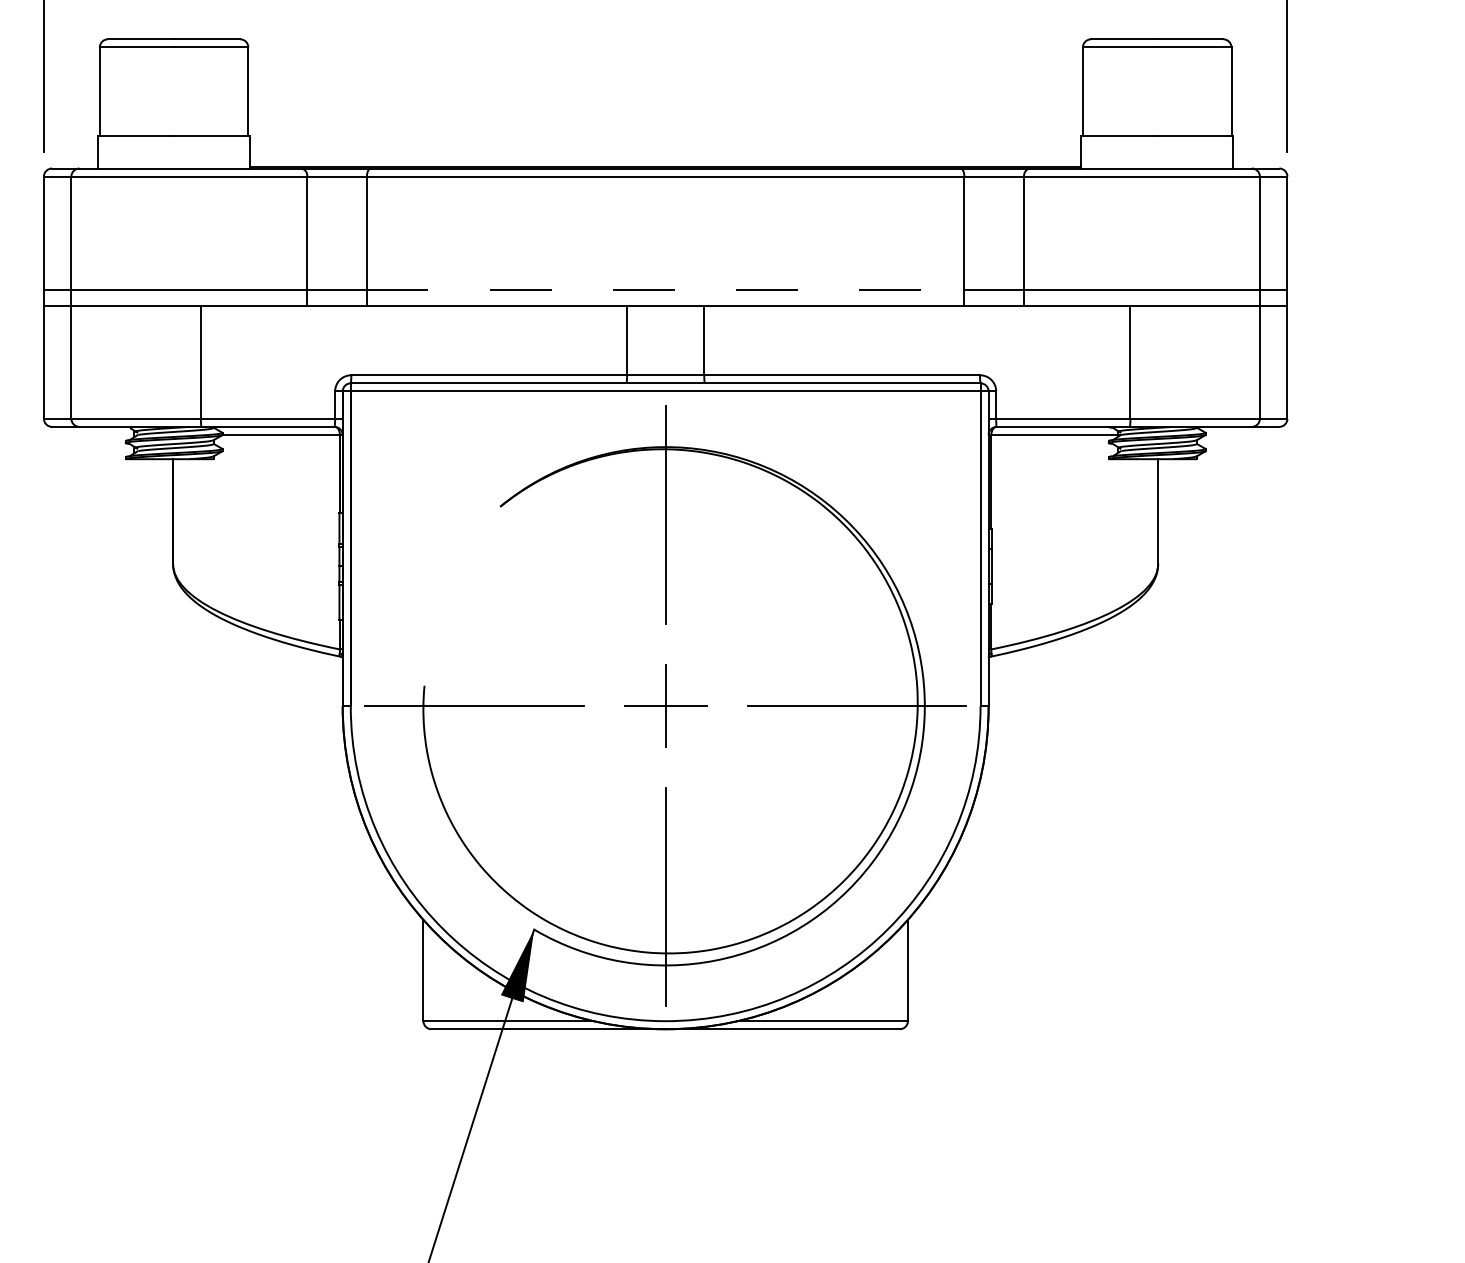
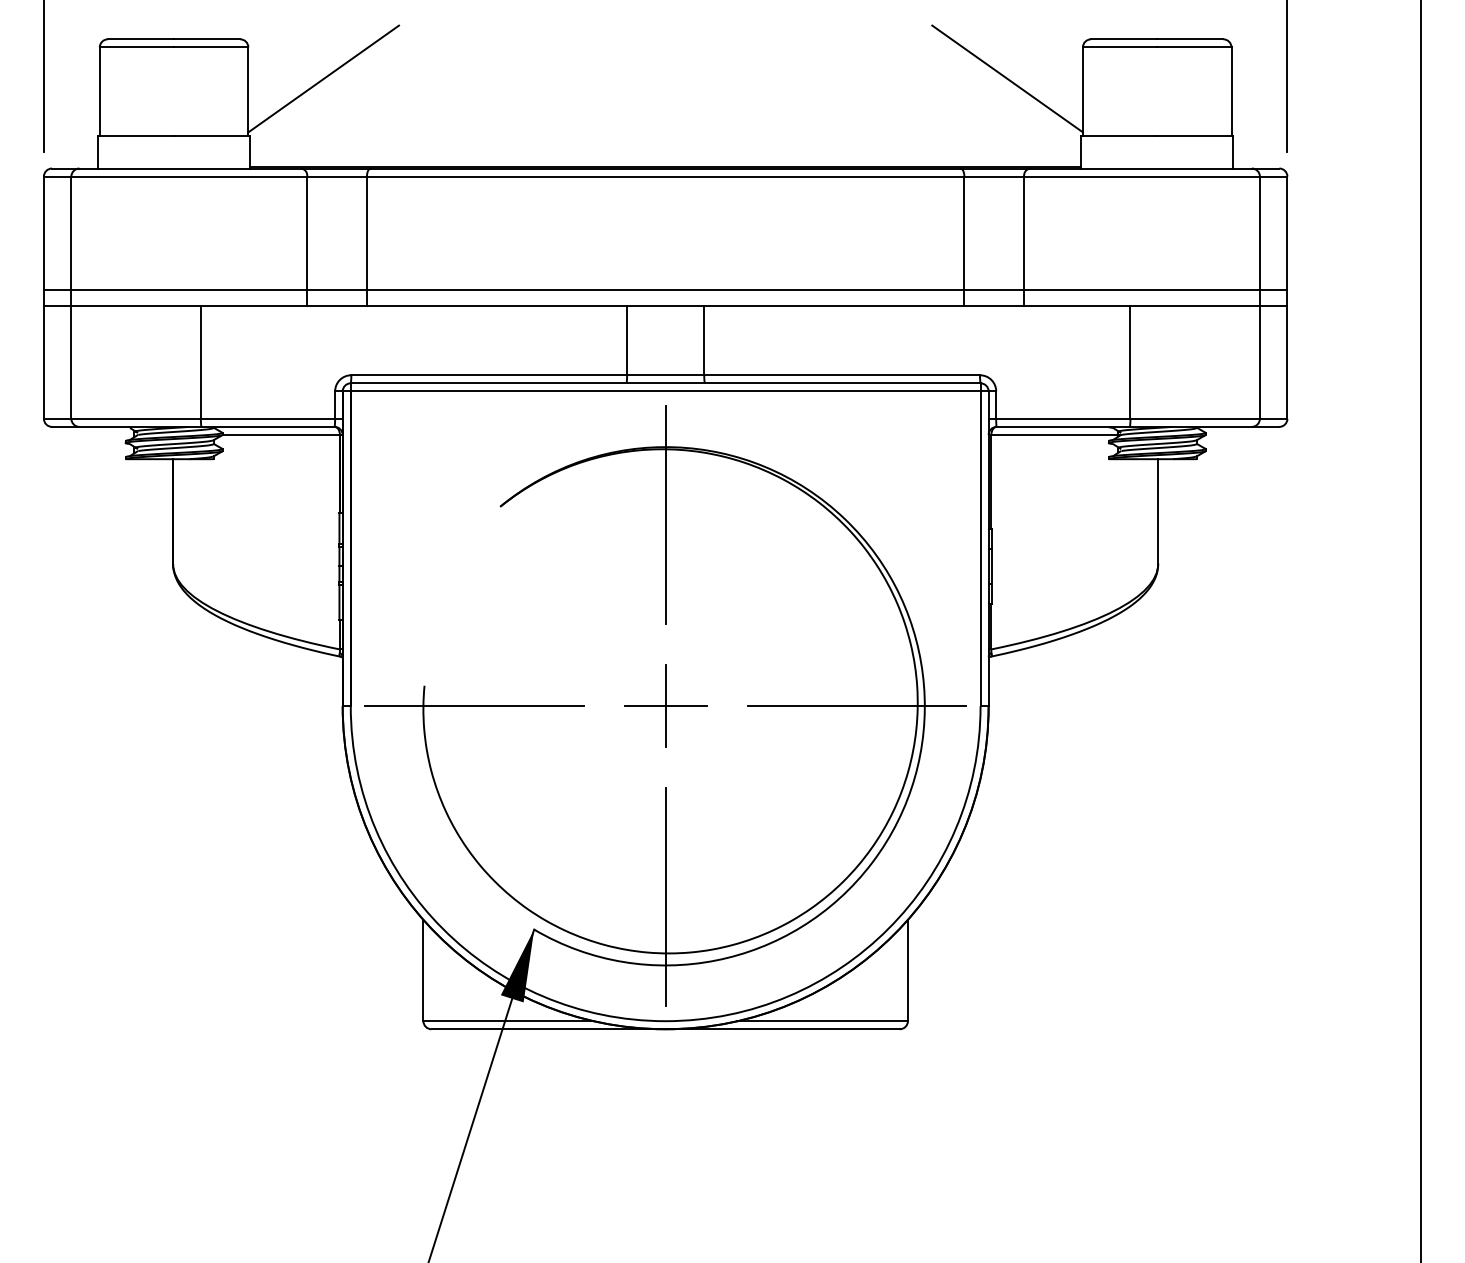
line at (323, 78): none -> present
line at (1007, 78): none -> present
line at (665, 289): dashed -> solid
line at (1421, 630): none -> present
